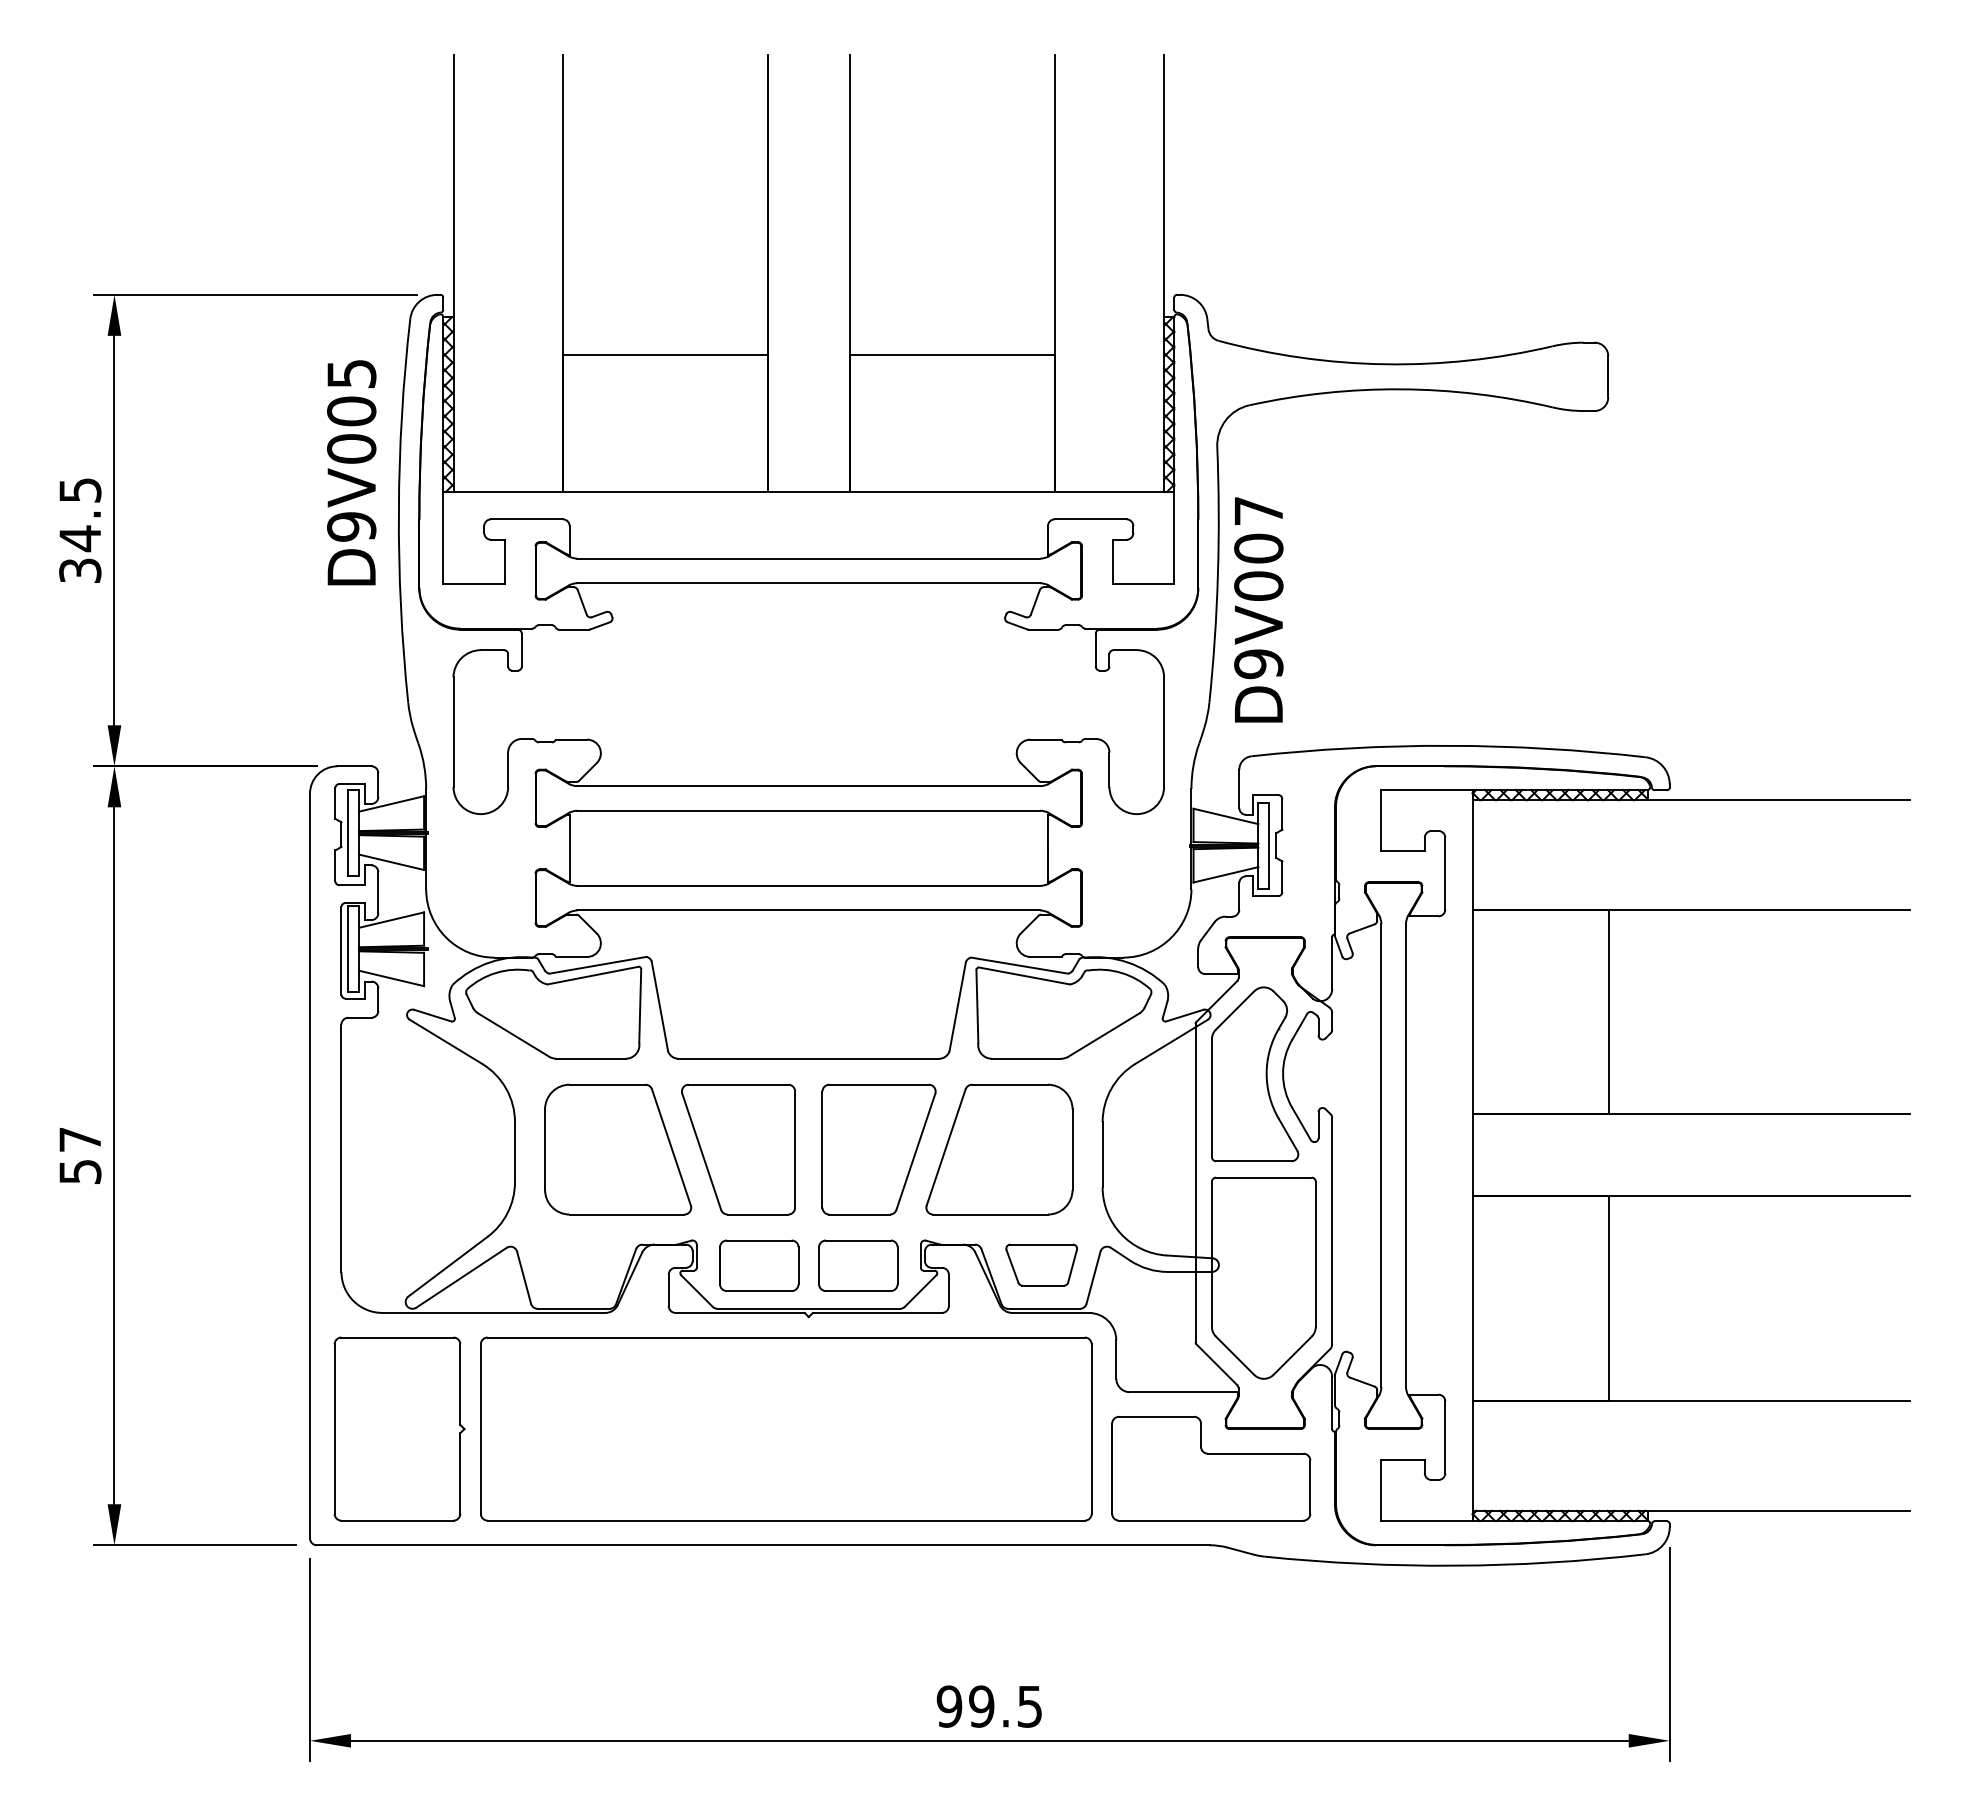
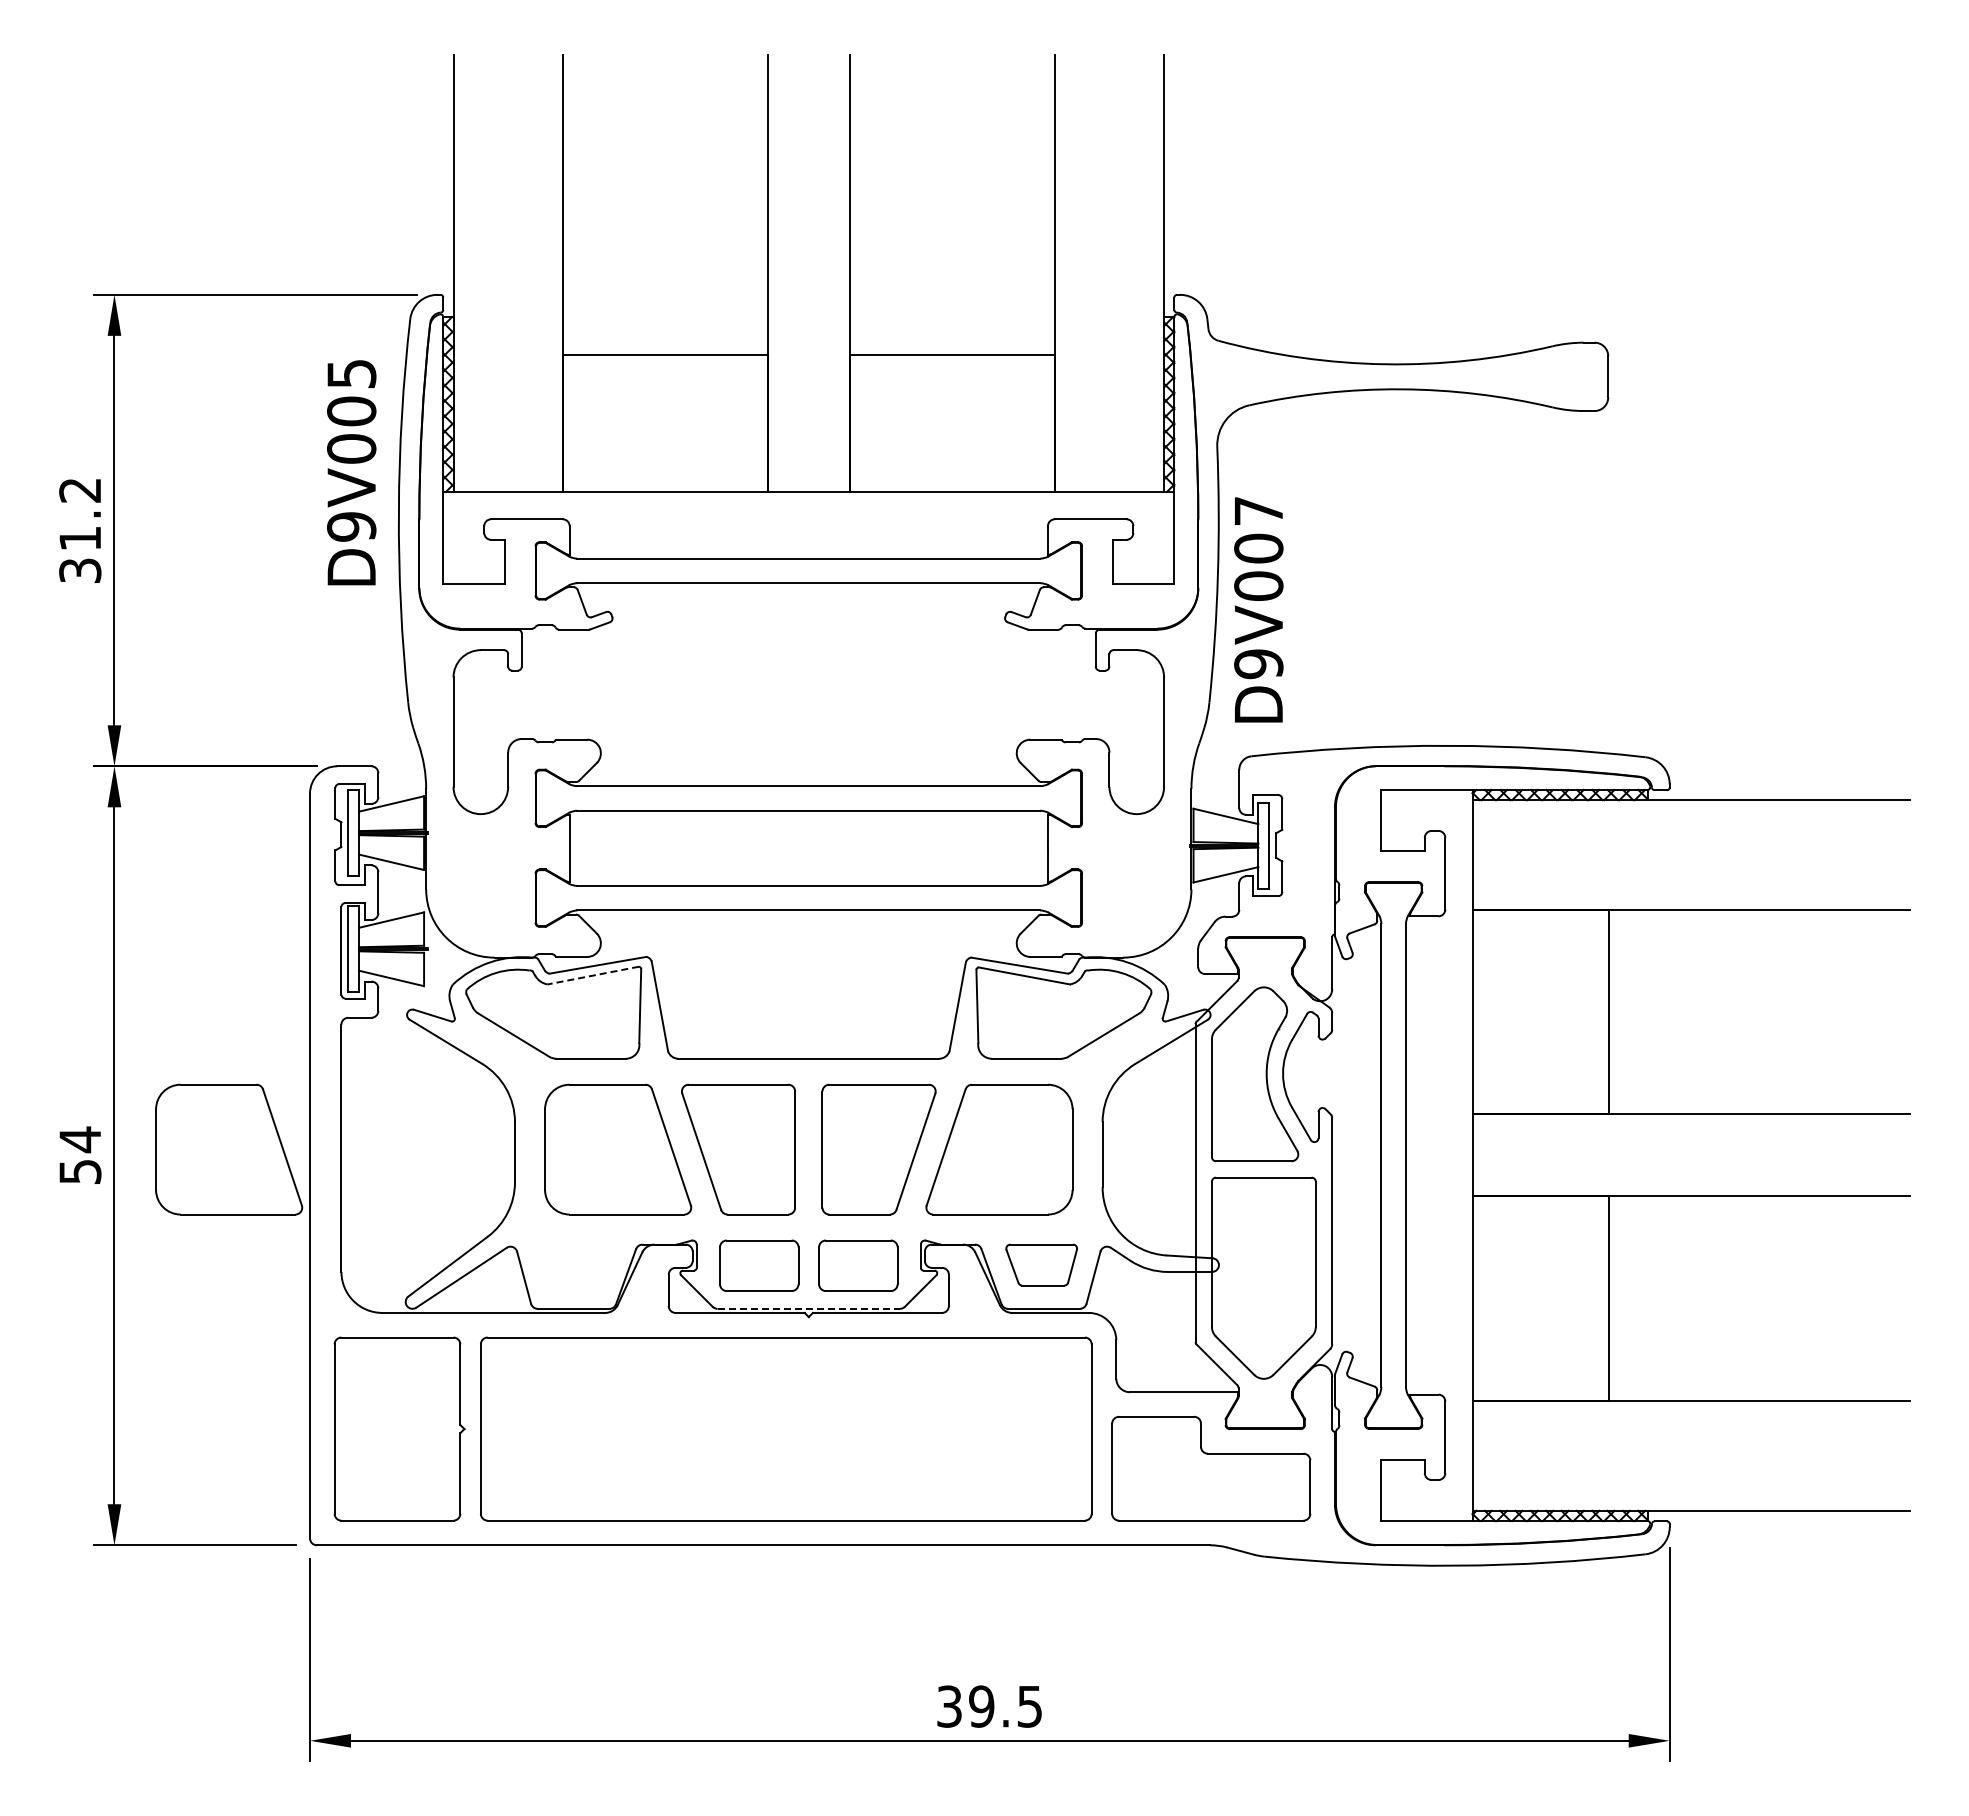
text at (80, 515): 34.5 -> 31.2
line at (593, 975): solid -> dashed
text at (79, 1139): 57 -> 54
part at (229, 1149): none -> present
line at (809, 1308): solid -> dashed
text at (949, 1706): 99.5 -> 39.5
